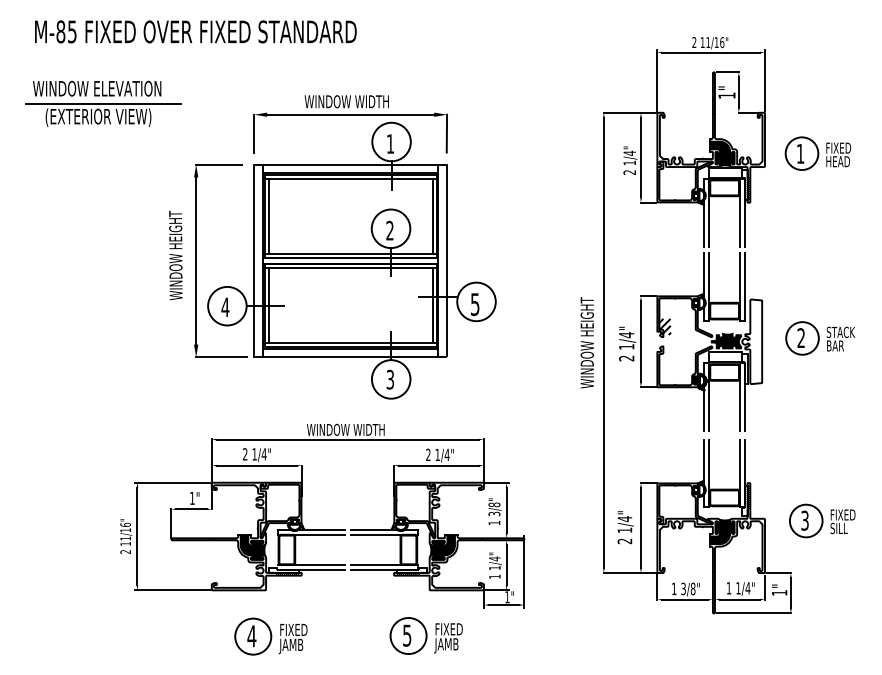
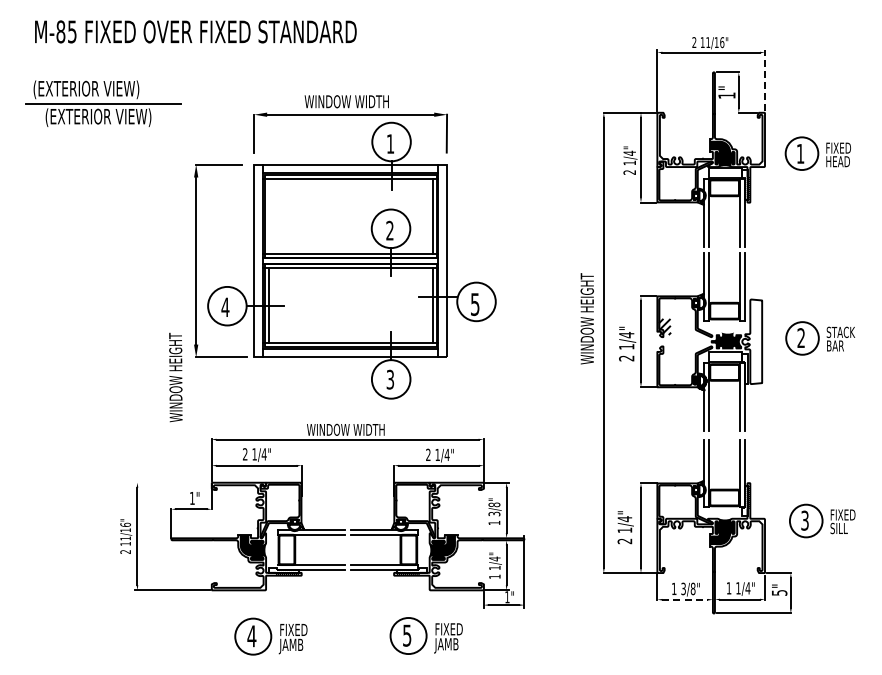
line at (764, 80): solid -> dashed
text at (97, 89): WINDOW ELEVATION -> (EXTERIOR VIEW)
line at (268, 215): present -> none
text at (175, 255) position: (175, 255) -> (175, 377)
text at (586, 342) position: (586, 342) -> (586, 318)
line at (172, 482): present -> none
text at (779, 592): 1" -> 5"
line at (685, 599): solid -> dashed
